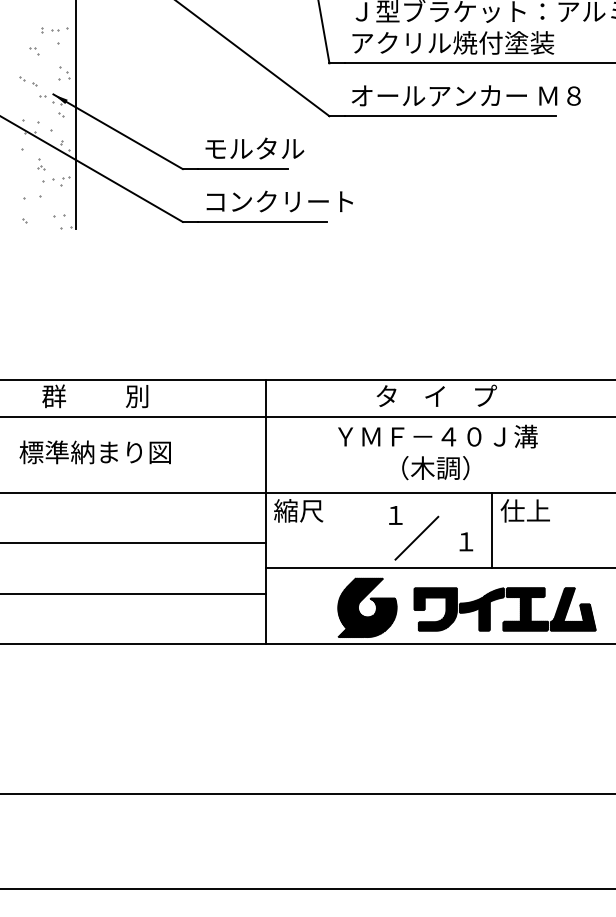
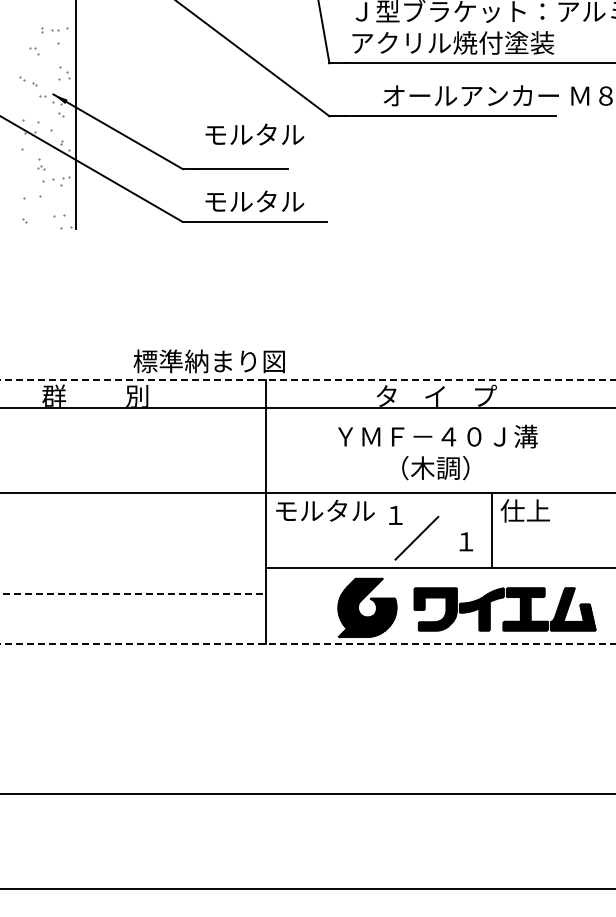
text at (466, 95) position: (466, 95) -> (498, 95)
text at (254, 148) position: (254, 148) -> (254, 134)
text at (278, 201): コンクリート -> モルタル
line at (308, 379): solid -> dashed
line at (307, 417) position: (307, 417) -> (307, 408)
text at (94, 452) position: (94, 452) -> (208, 361)
text at (324, 510): 縮尺 -> モルタル
line at (133, 543): present -> none
line at (133, 593): solid -> dashed
line at (308, 644): solid -> dashed
